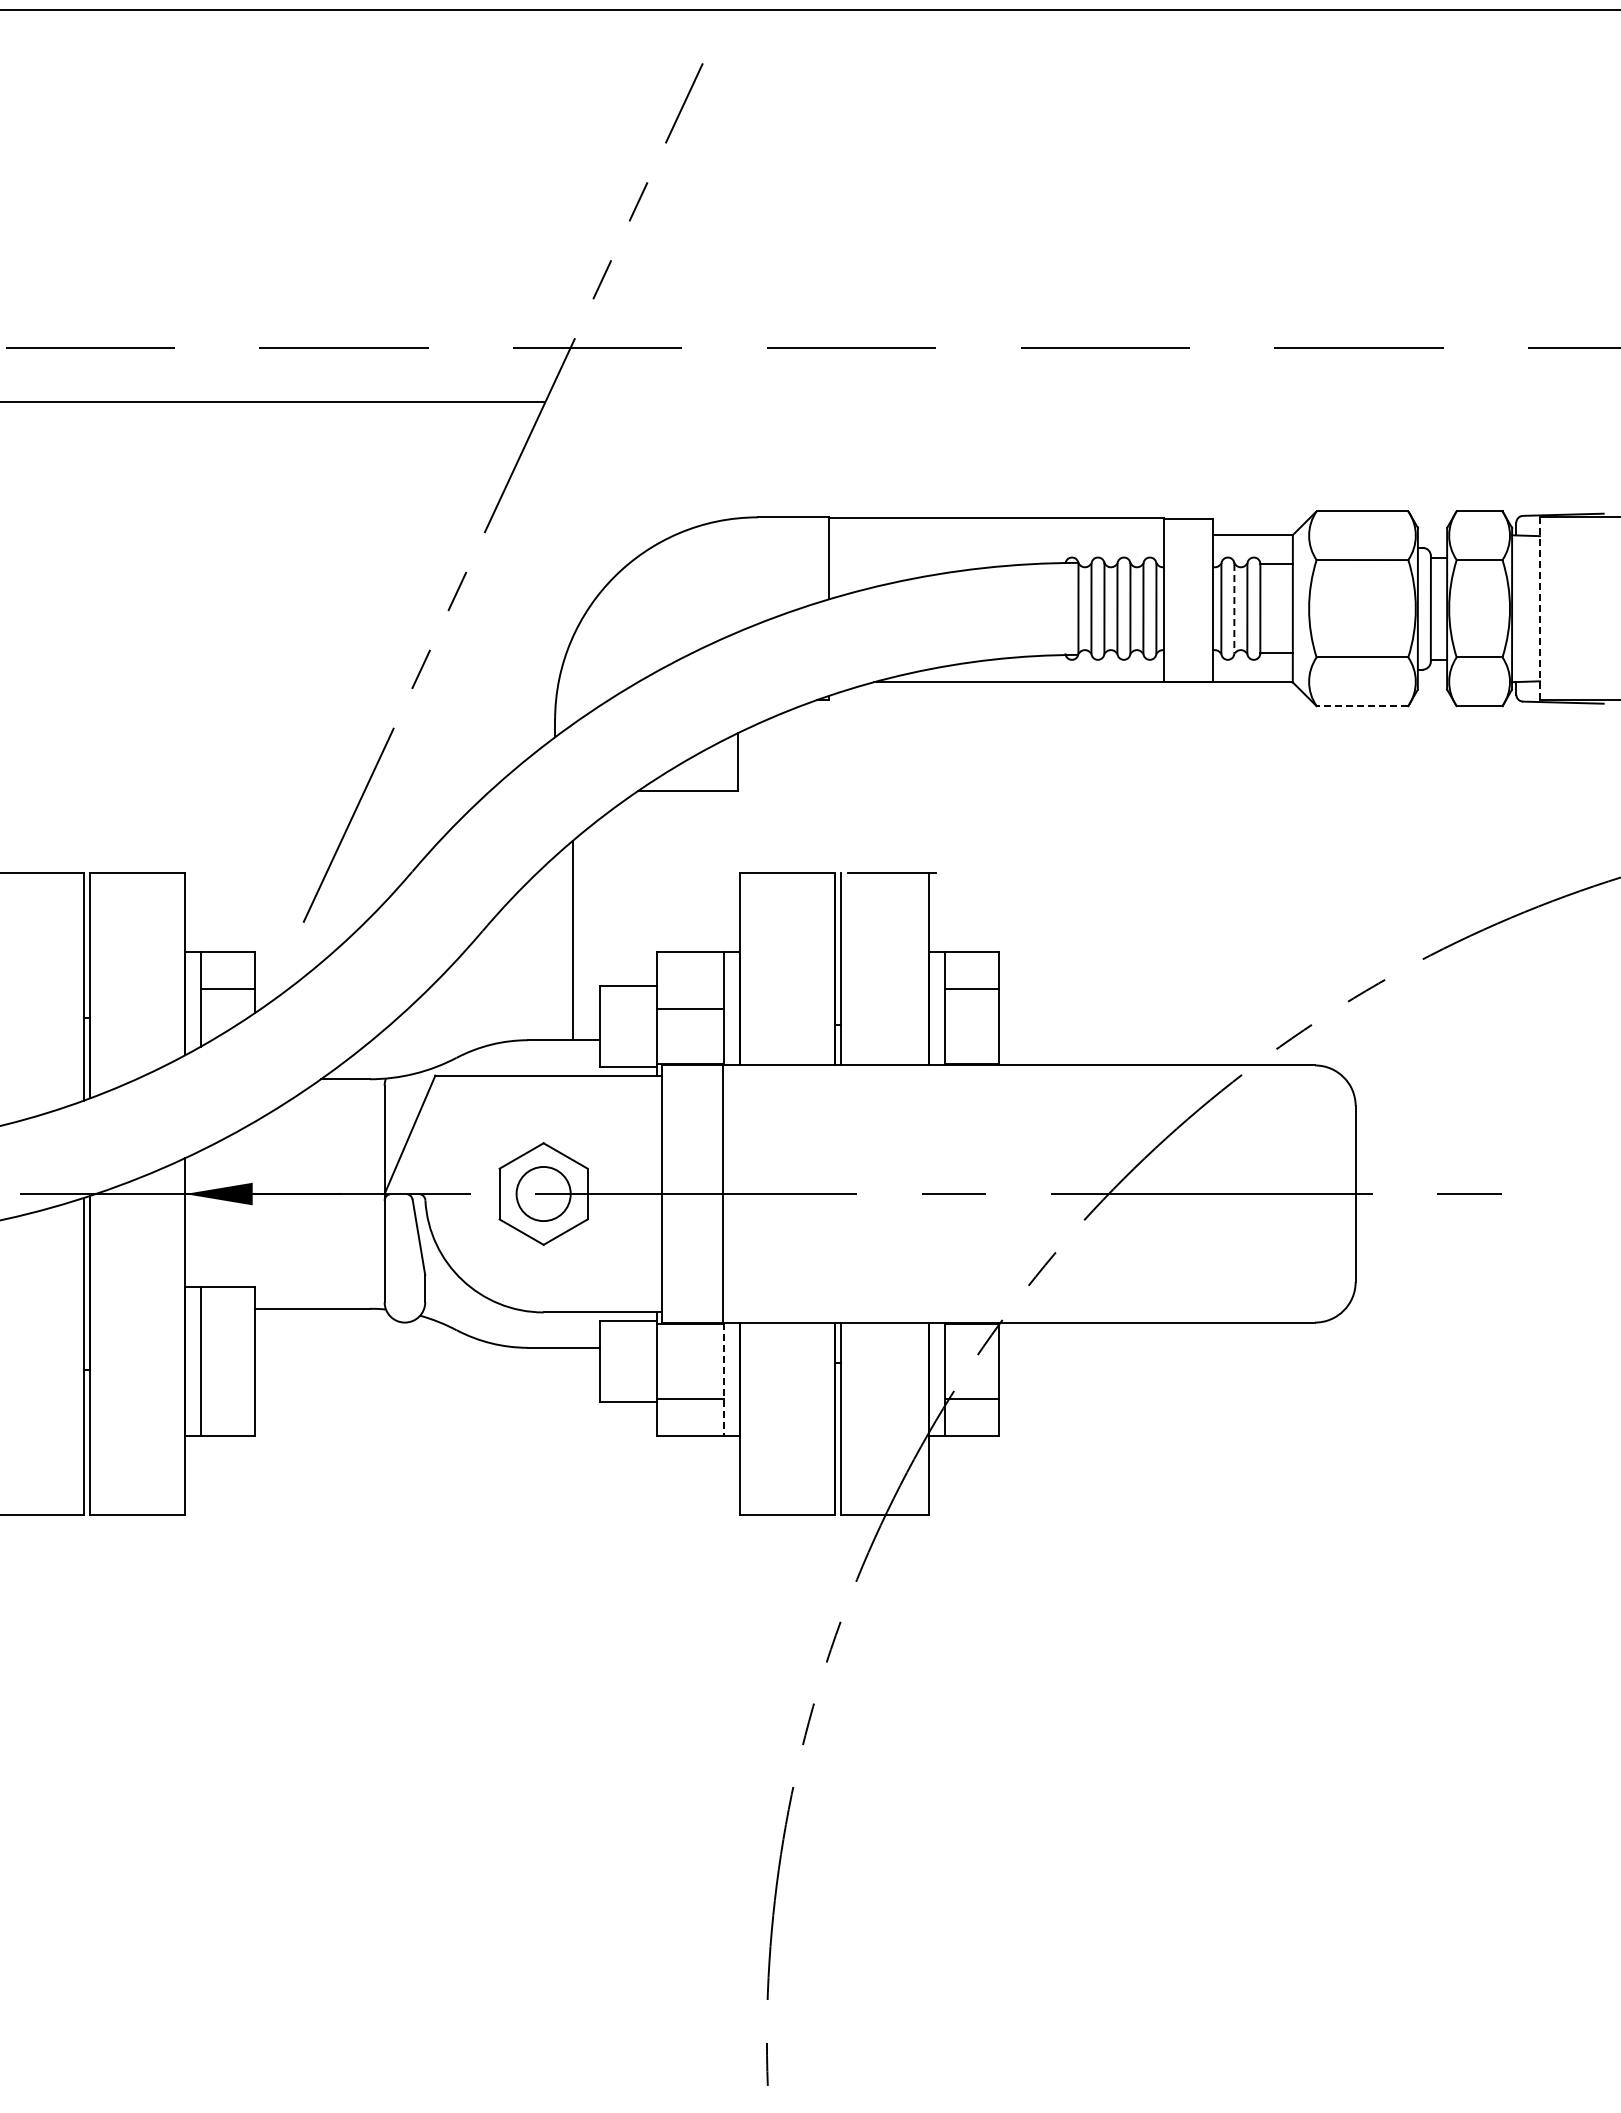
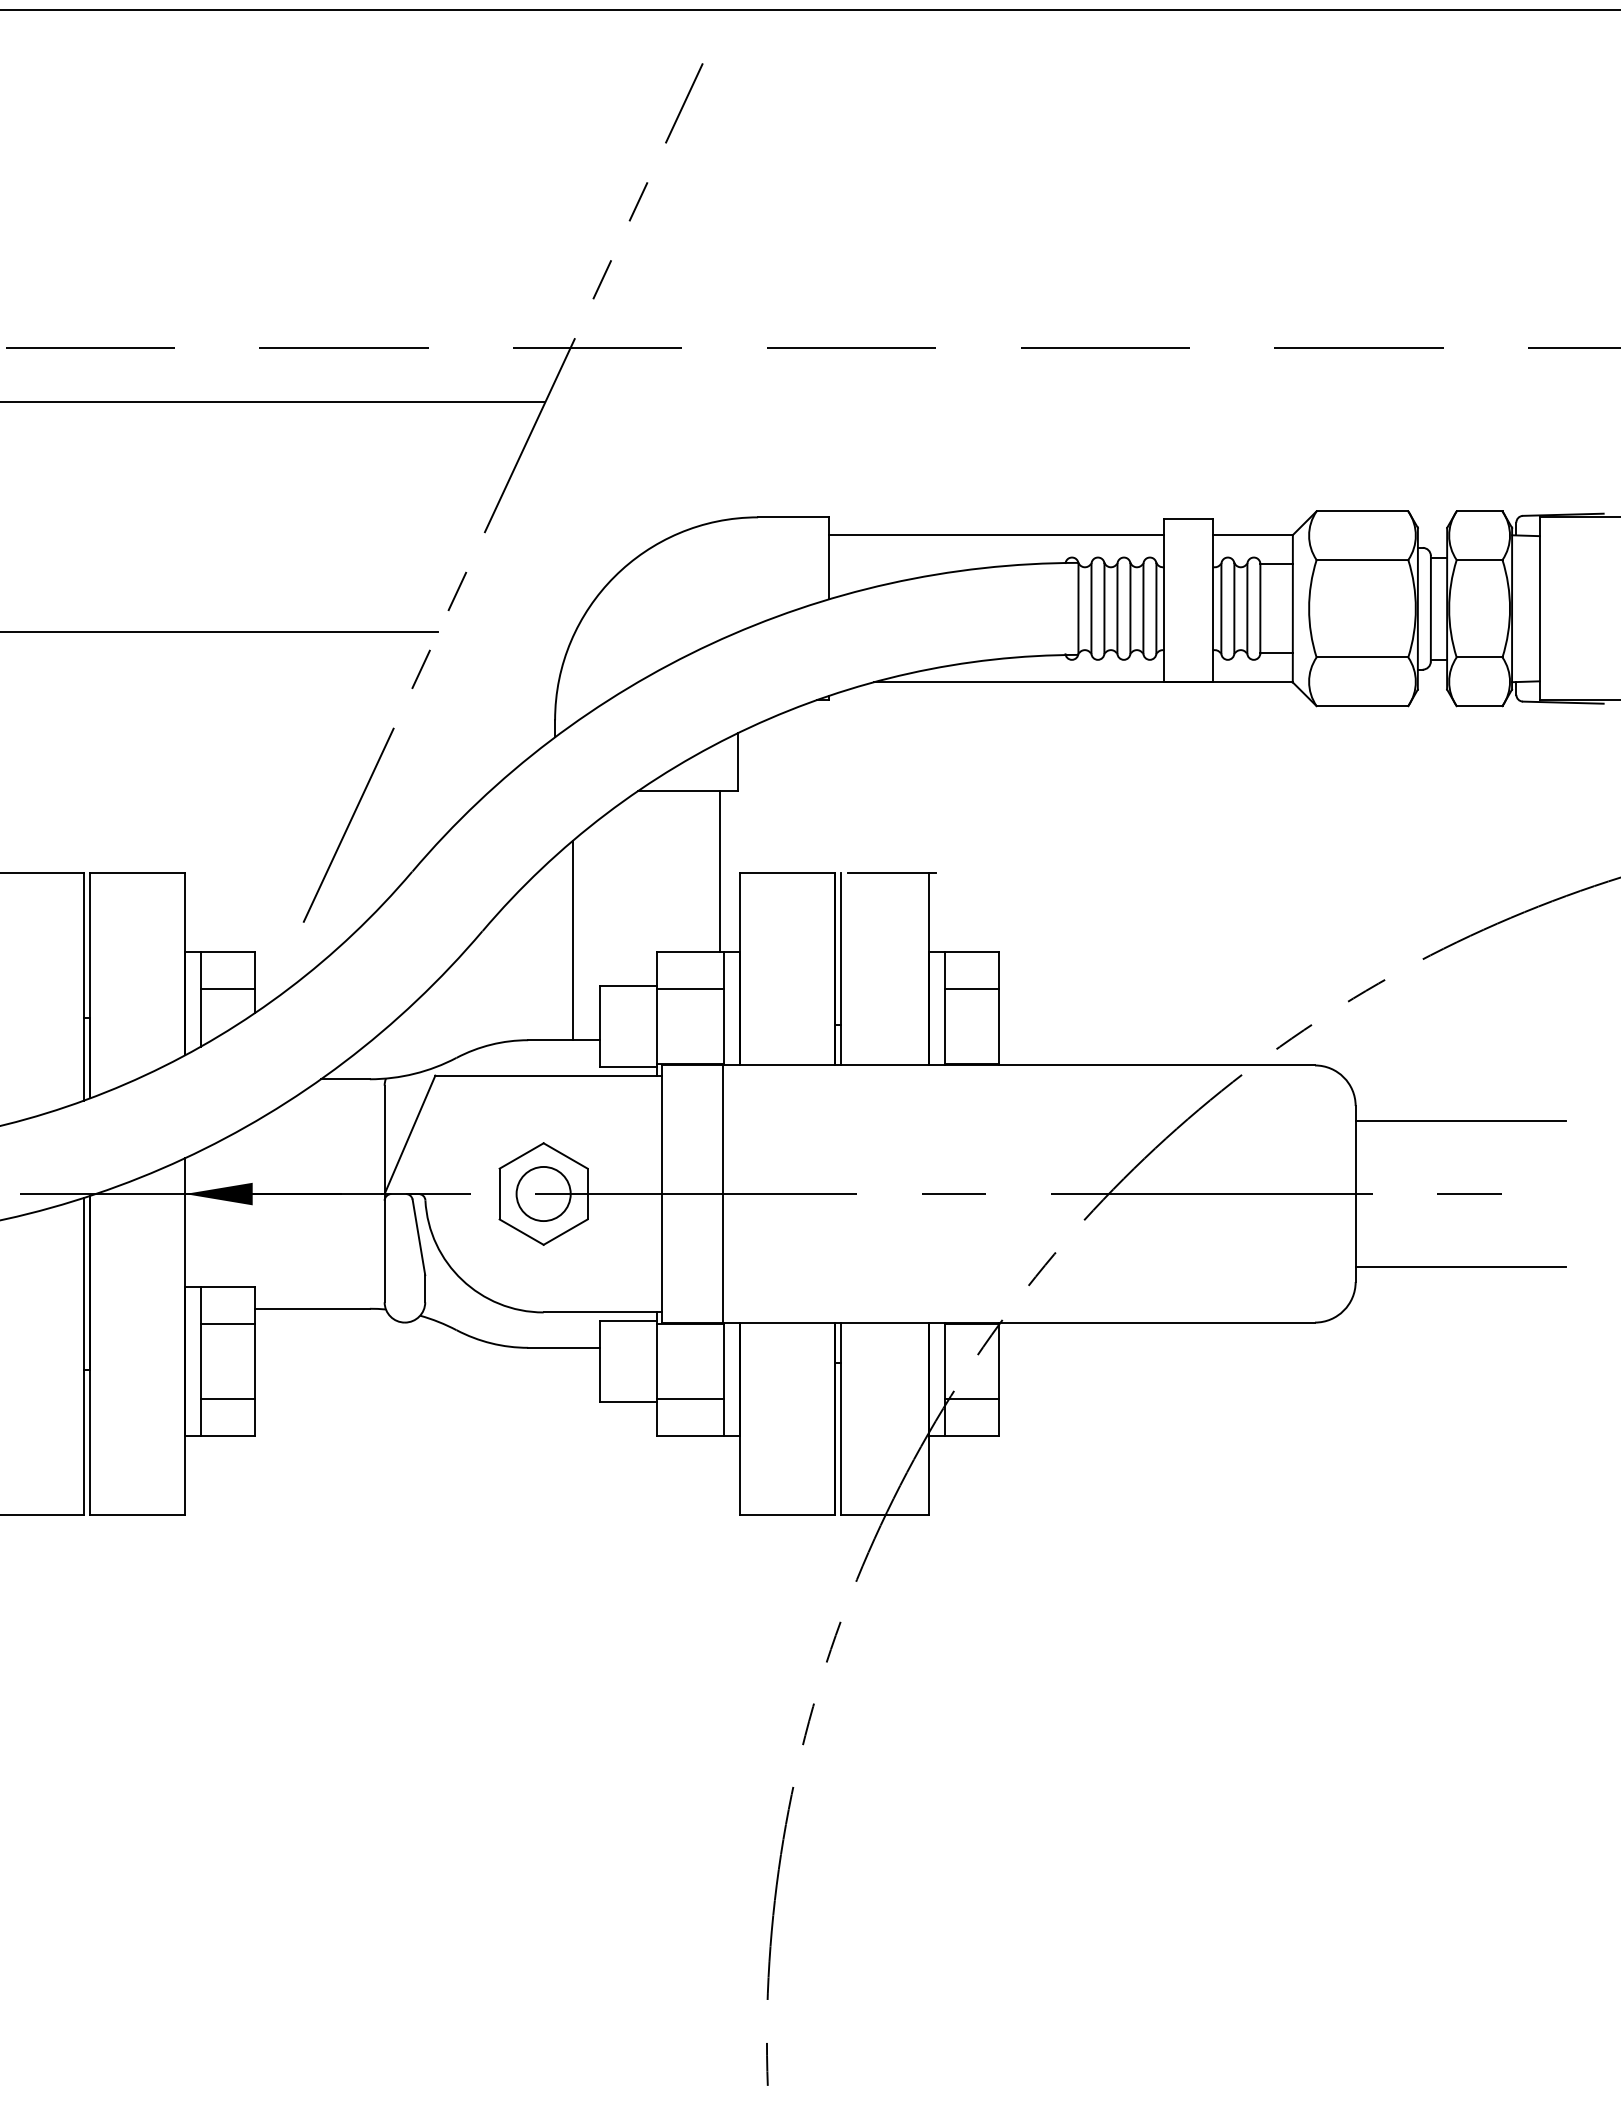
line at (996, 518) position: (996, 518) -> (996, 535)
line at (1234, 608): dashed -> solid
line at (1539, 609): dashed -> solid
line at (220, 632): none -> present
line at (1362, 706): dashed -> solid
line at (719, 871): none -> present
line at (690, 1009) position: (690, 1009) -> (690, 989)
line at (1460, 1120): none -> present
line at (1460, 1267): none -> present
line at (227, 1324): none -> present
line at (724, 1379): dashed -> solid
line at (227, 1398): none -> present
